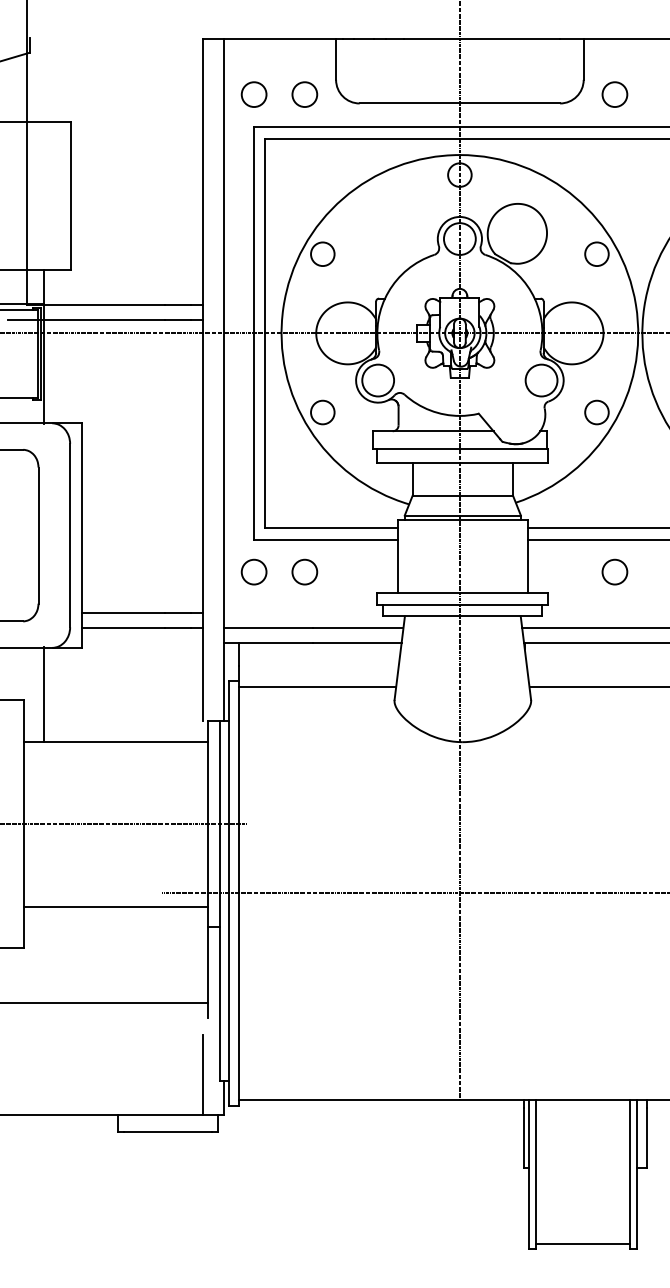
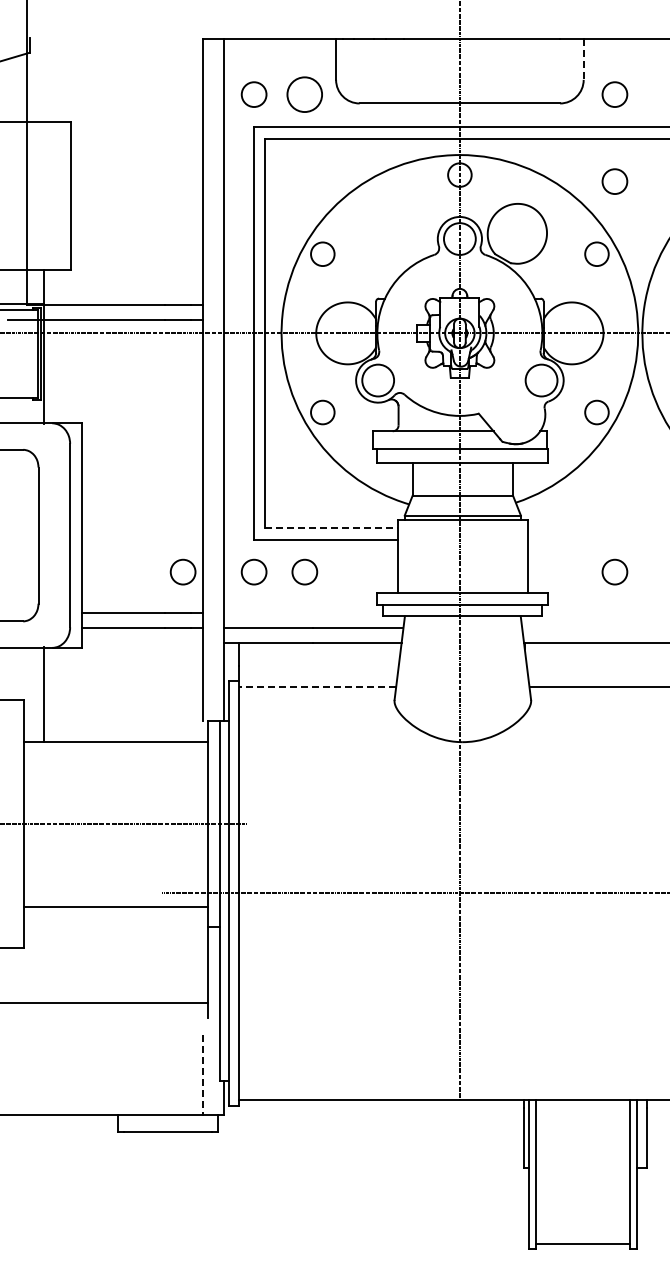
line at (583, 59): solid -> dashed
circle at (304, 94) size: 28x27 px -> 37x37 px
circle at (614, 181): none -> present
line at (332, 527): solid -> dashed
line at (596, 527): present -> none
line at (596, 539): present -> none
circle at (182, 571): none -> present
line at (594, 628): present -> none
line at (317, 687): solid -> dashed
line at (203, 1074): solid -> dashed
